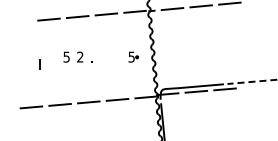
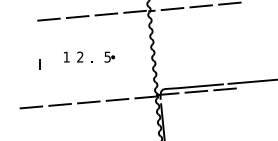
text at (66, 56): 5 -> 1
part at (133, 56) position: (133, 56) -> (109, 56)
line at (252, 81): dashed -> solid
